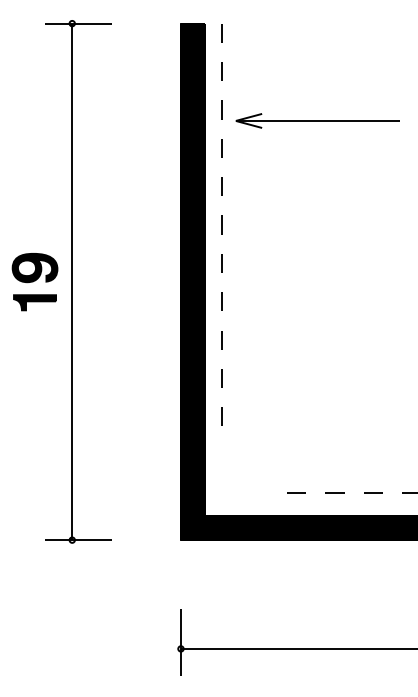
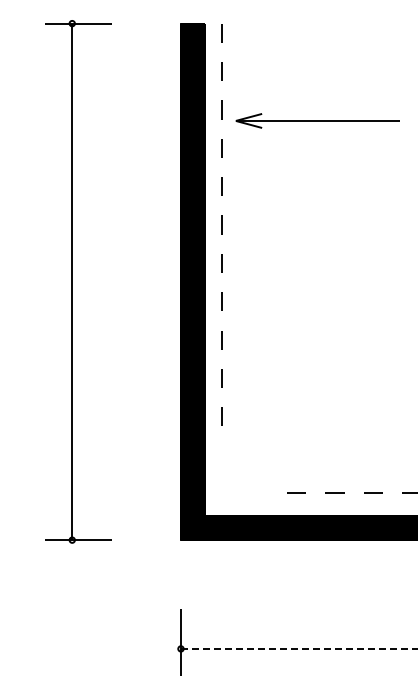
part at (34, 282): present -> none
line at (299, 648): solid -> dashed
